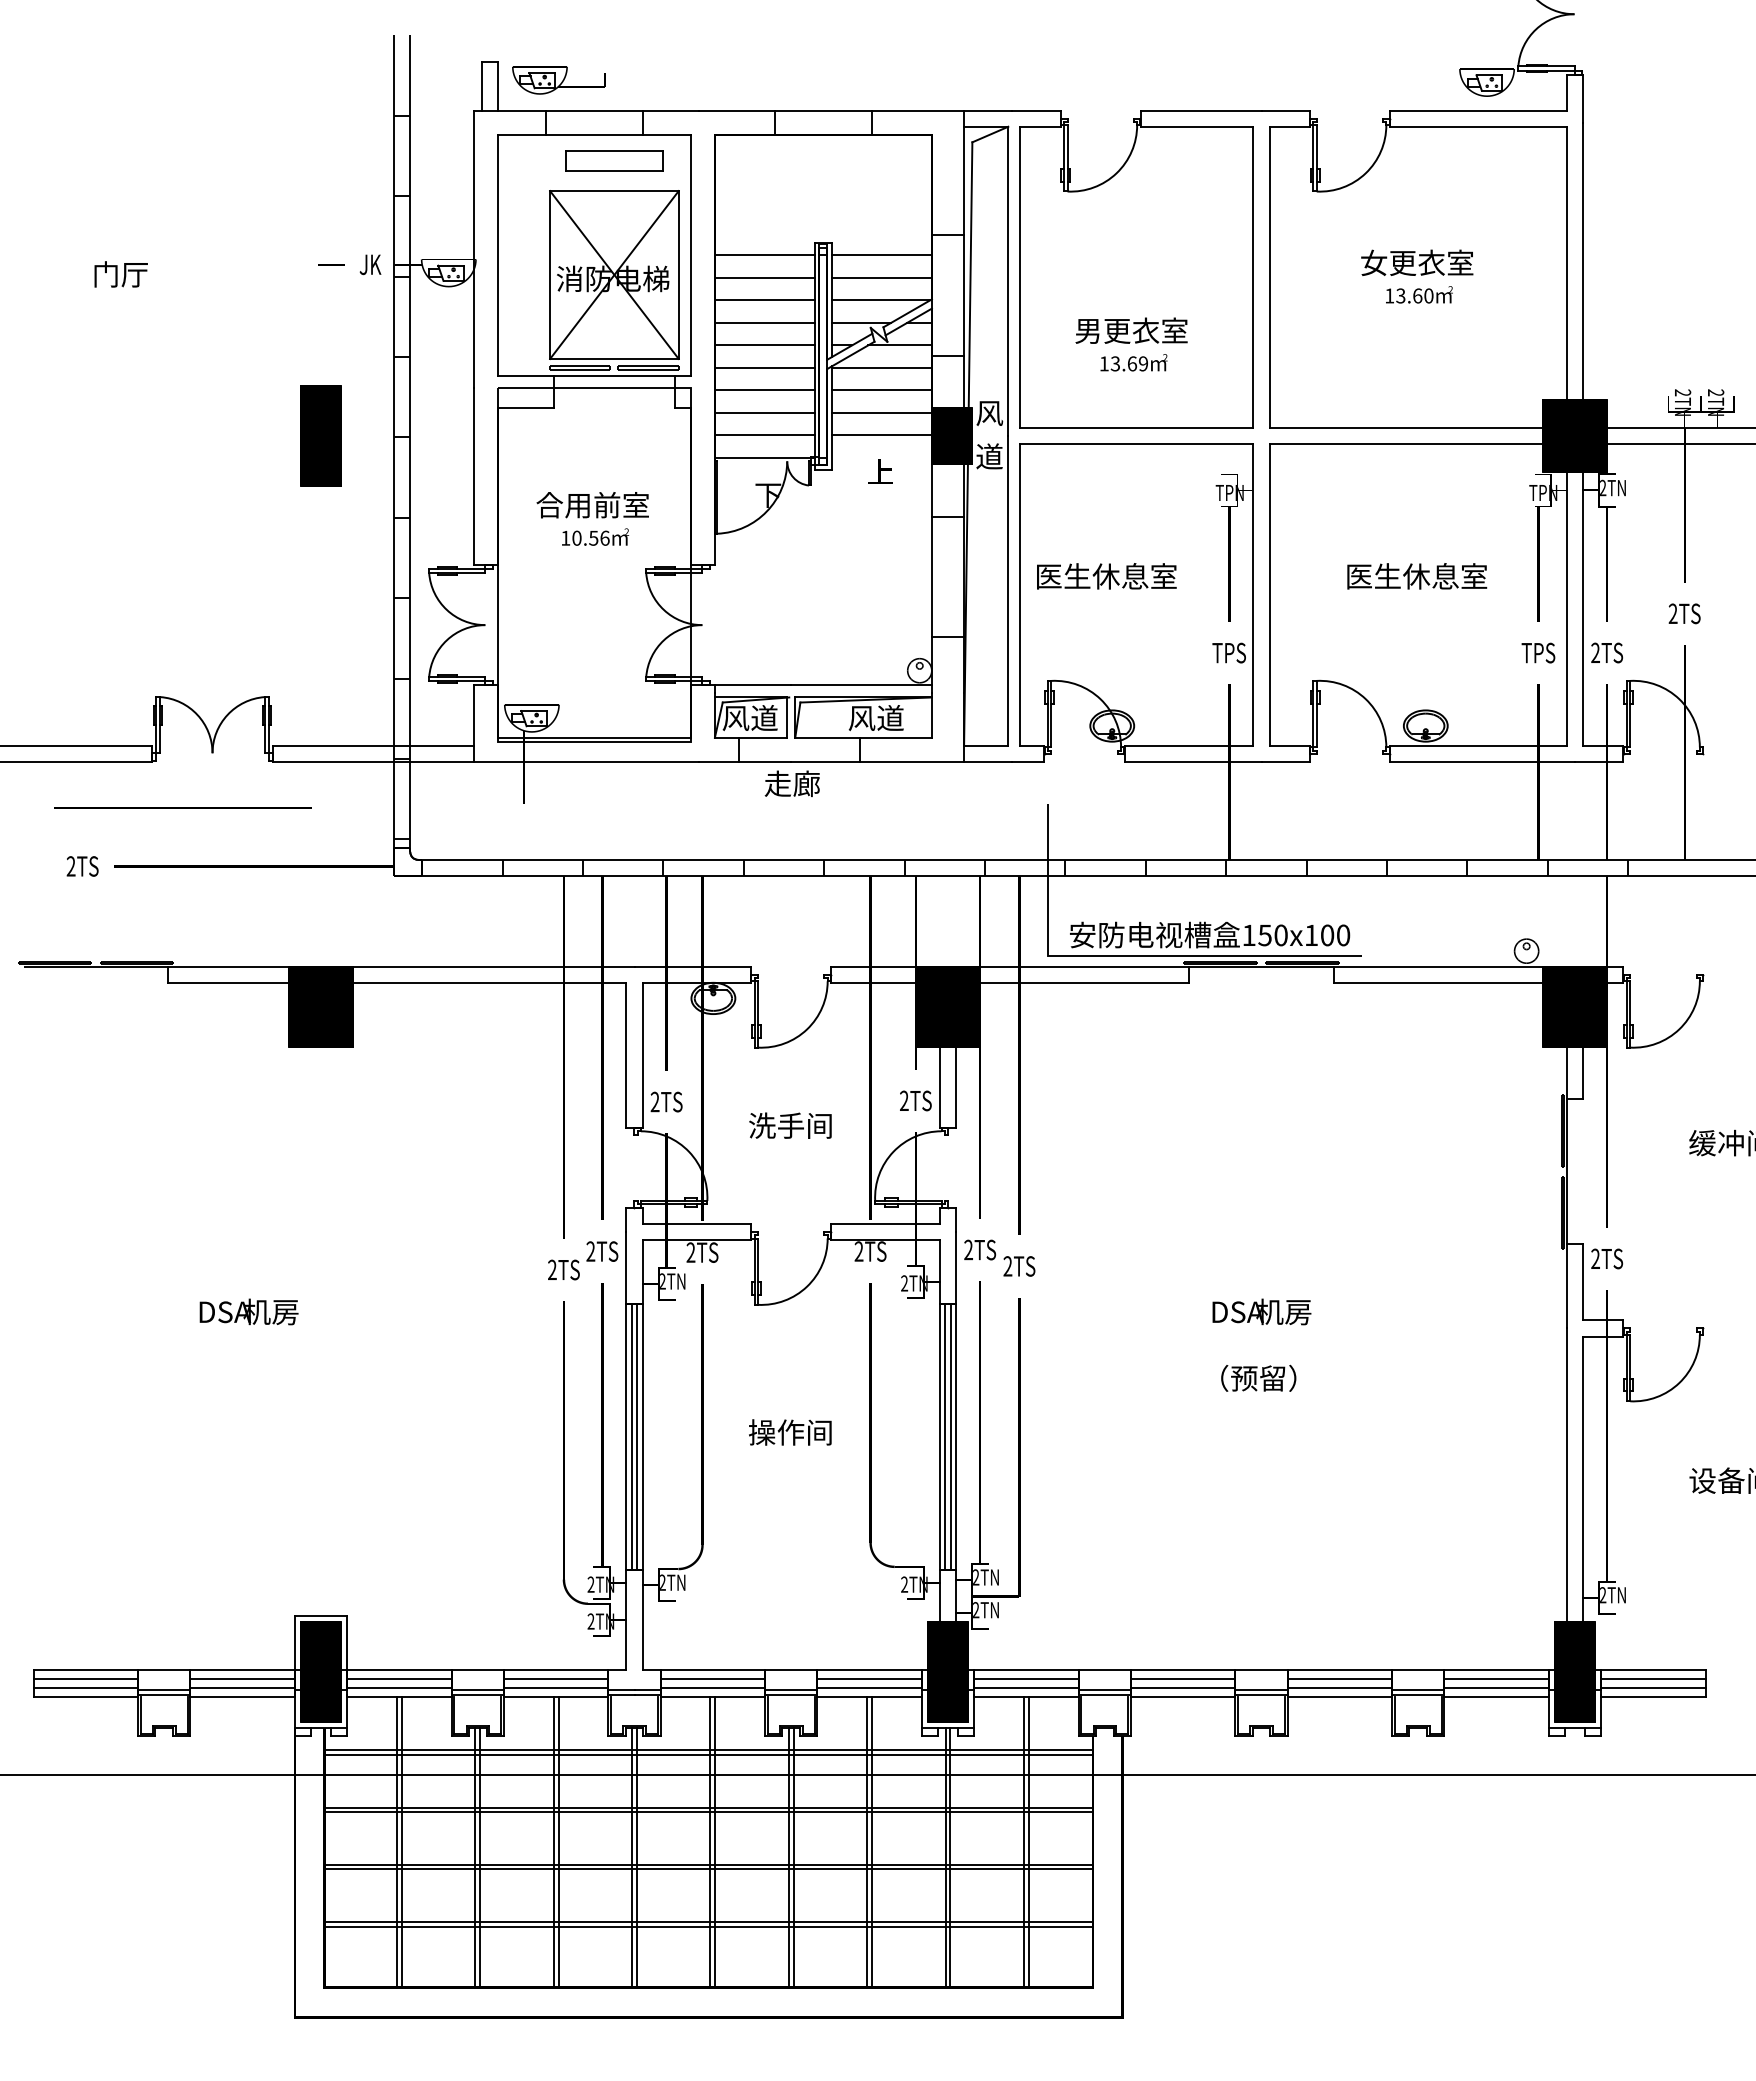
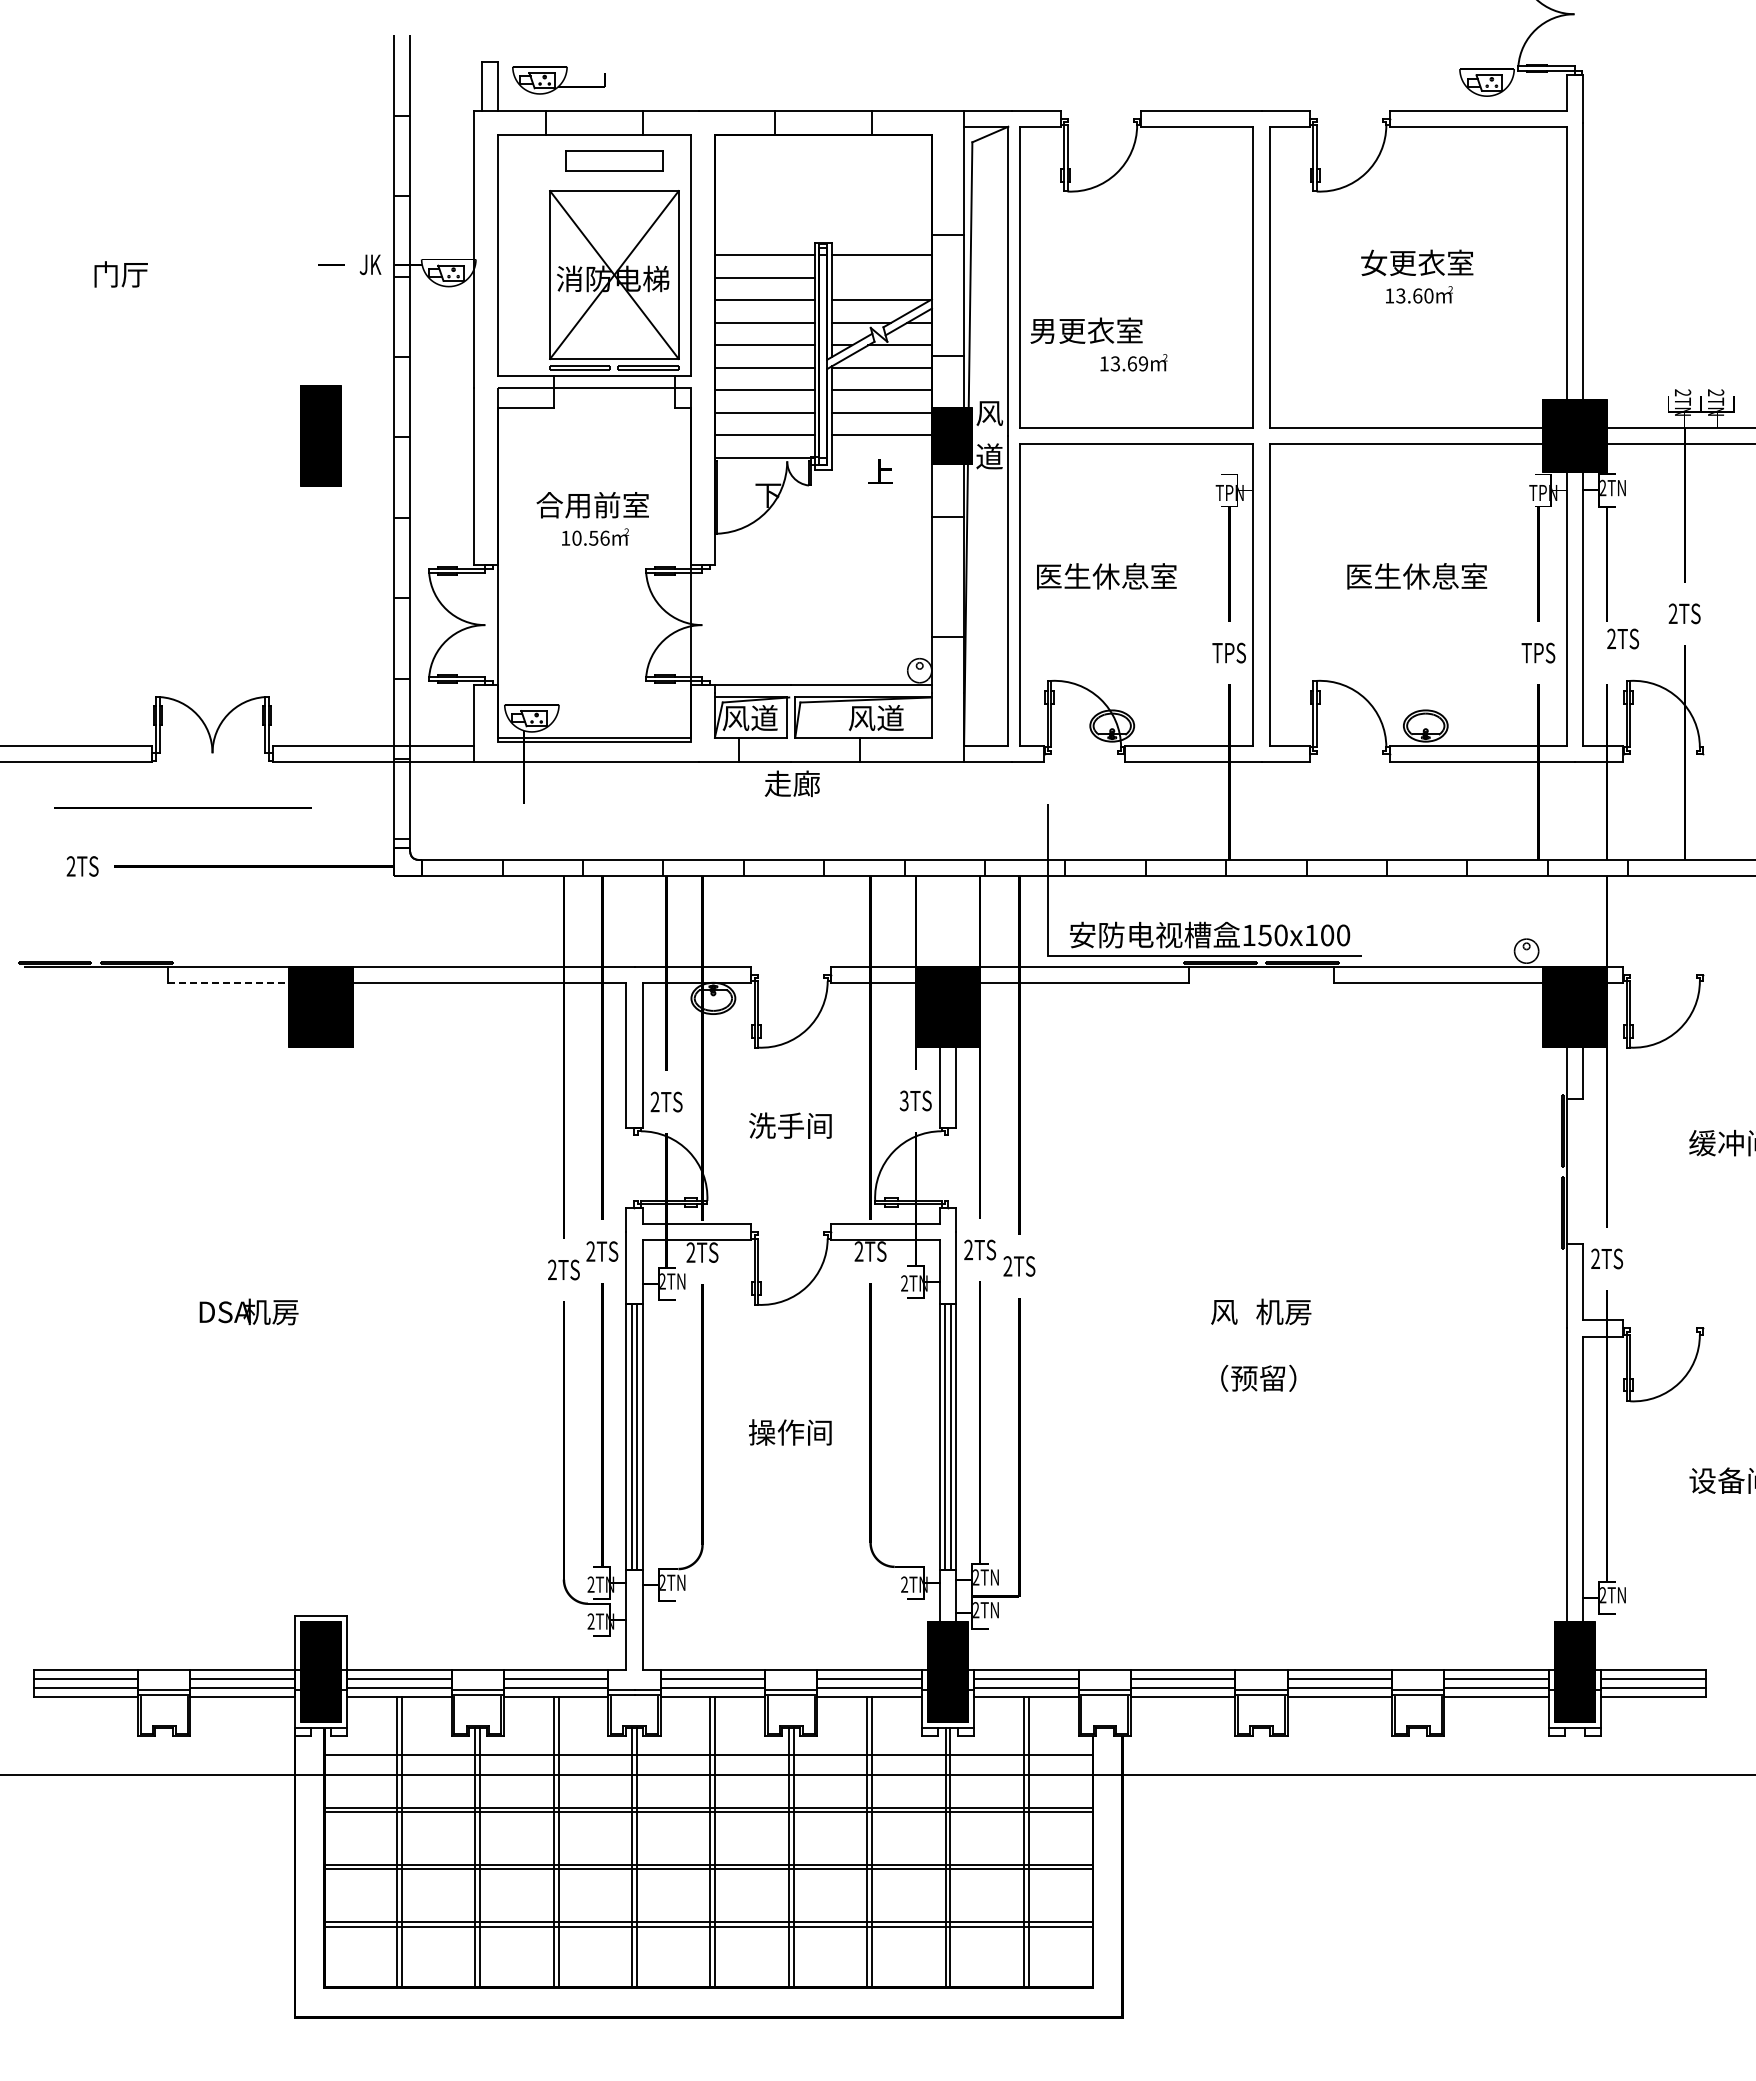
line at (881, 277): present -> none
text at (1131, 330) position: (1131, 330) -> (1086, 330)
text at (1606, 652) position: (1606, 652) -> (1622, 638)
line at (229, 982): solid -> dashed
text at (903, 1101): 2TS -> 3TS
text at (1237, 1312): DSA -> 风
line at (708, 1750): present -> none
